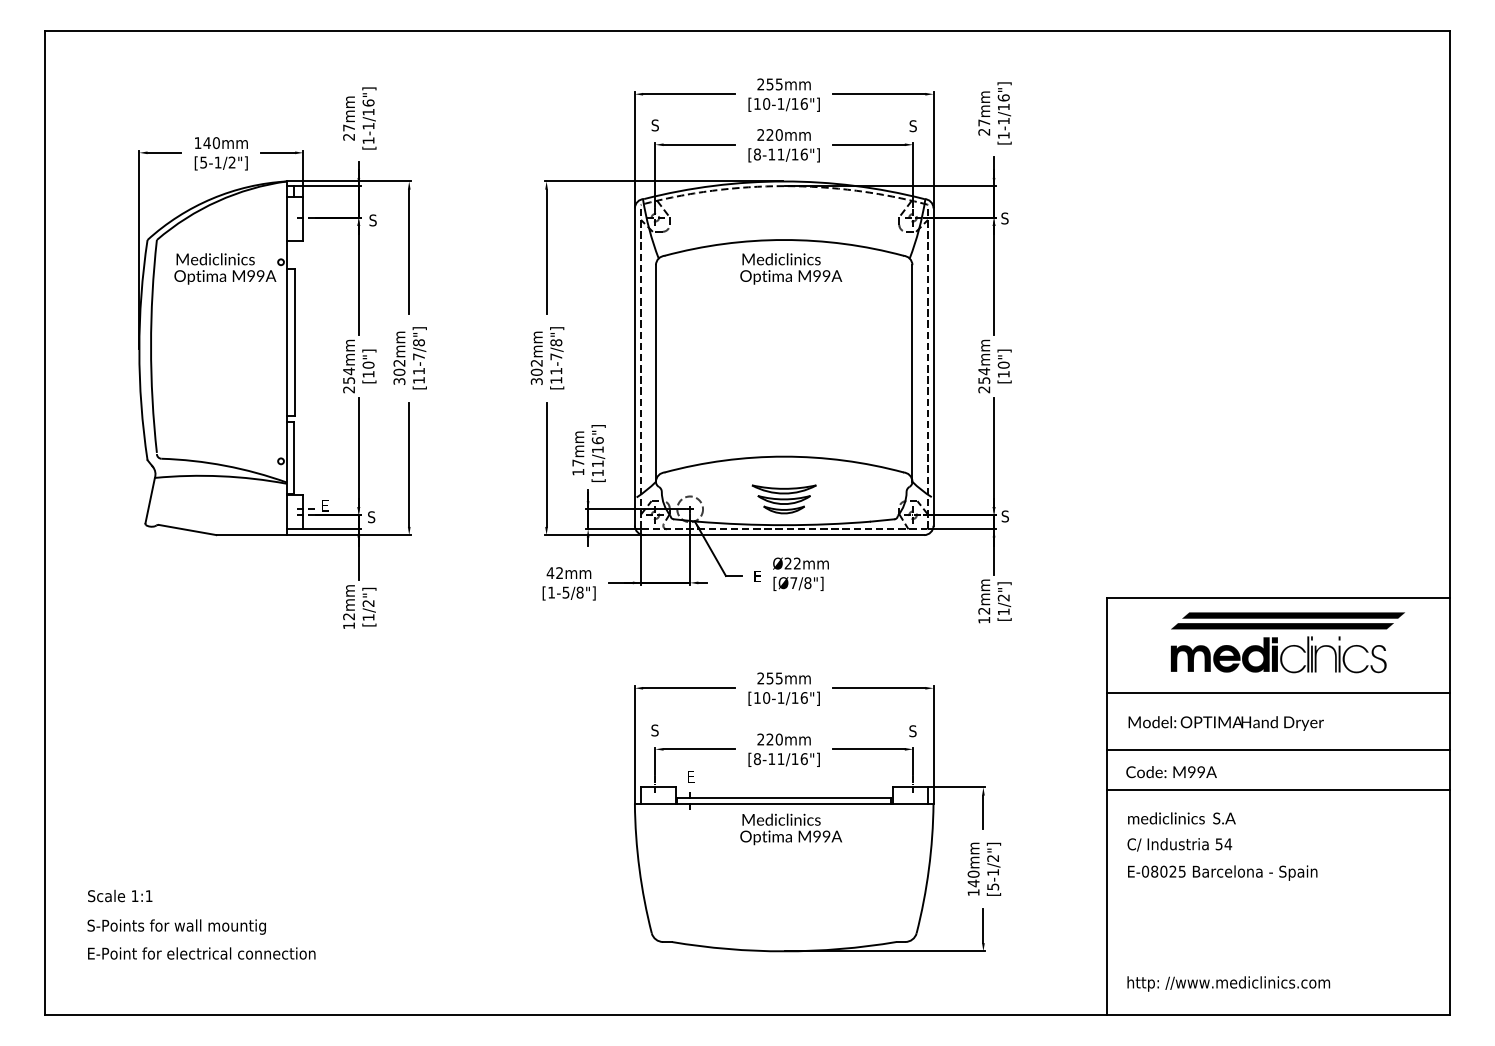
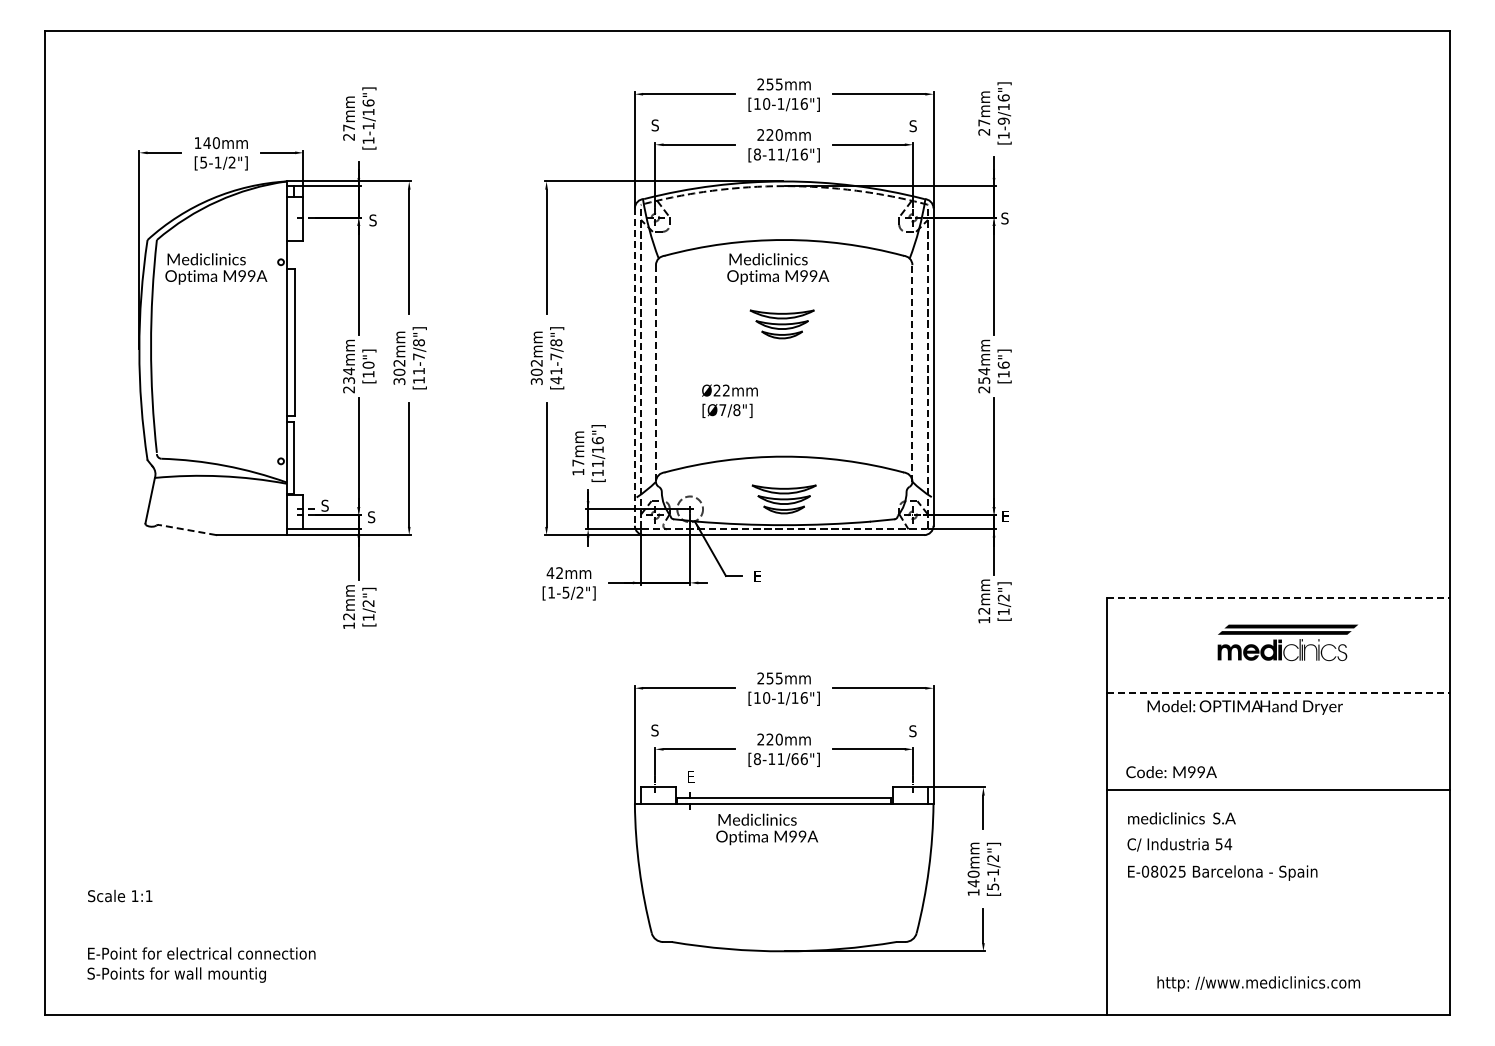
text at (1003, 120): [1-1/16"] -> [1-9/16"]
text at (225, 268) position: (225, 268) -> (216, 268)
text at (791, 268) position: (791, 268) -> (778, 268)
part at (781, 324): none -> present
text at (1003, 364): [10"] -> [16"]
line at (634, 367): solid -> dashed
line at (912, 373): solid -> dashed
line at (655, 374): solid -> dashed
text at (348, 380): 254mm -> 234mm
text at (556, 380): [11-7/8"] -> [41-7/8"]
text at (324, 505): E -> S
text at (1004, 516): S -> E
line at (187, 530): solid -> dashed
text at (800, 573) position: (800, 573) -> (729, 400)
text at (579, 592): [1-5/8"] -> [1-5/2"]
line at (1278, 597): solid -> dashed
part at (1287, 642) size: 234x62 px -> 141x38 px
line at (1278, 692): solid -> dashed
text at (1225, 723) position: (1225, 723) -> (1244, 707)
line at (1278, 750): present -> none
text at (794, 759): [8-11/16"] -> [8-11/66"]
text at (791, 829) position: (791, 829) -> (767, 829)
text at (176, 926) position: (176, 926) -> (176, 974)
text at (1228, 983) position: (1228, 983) -> (1258, 983)
